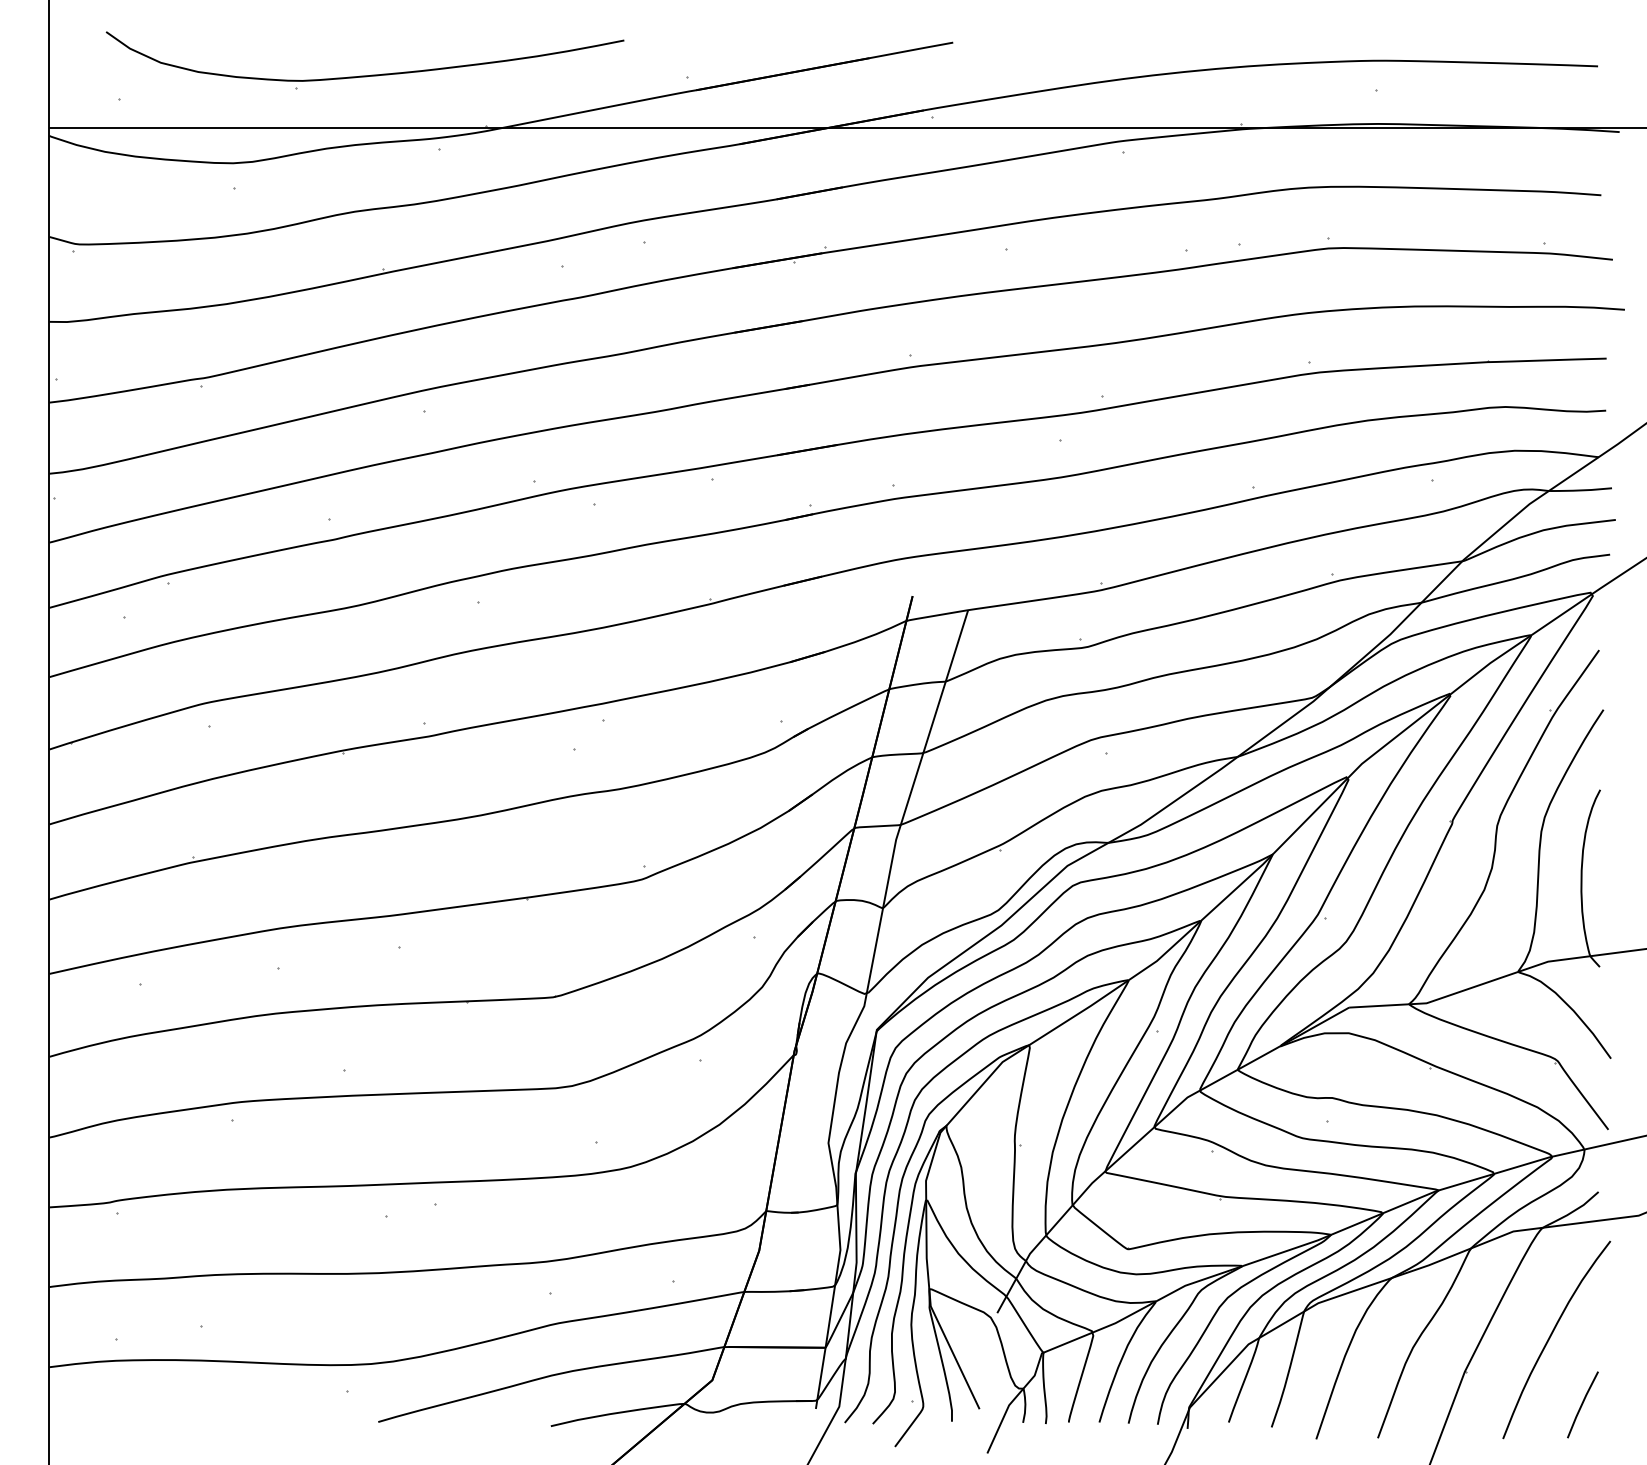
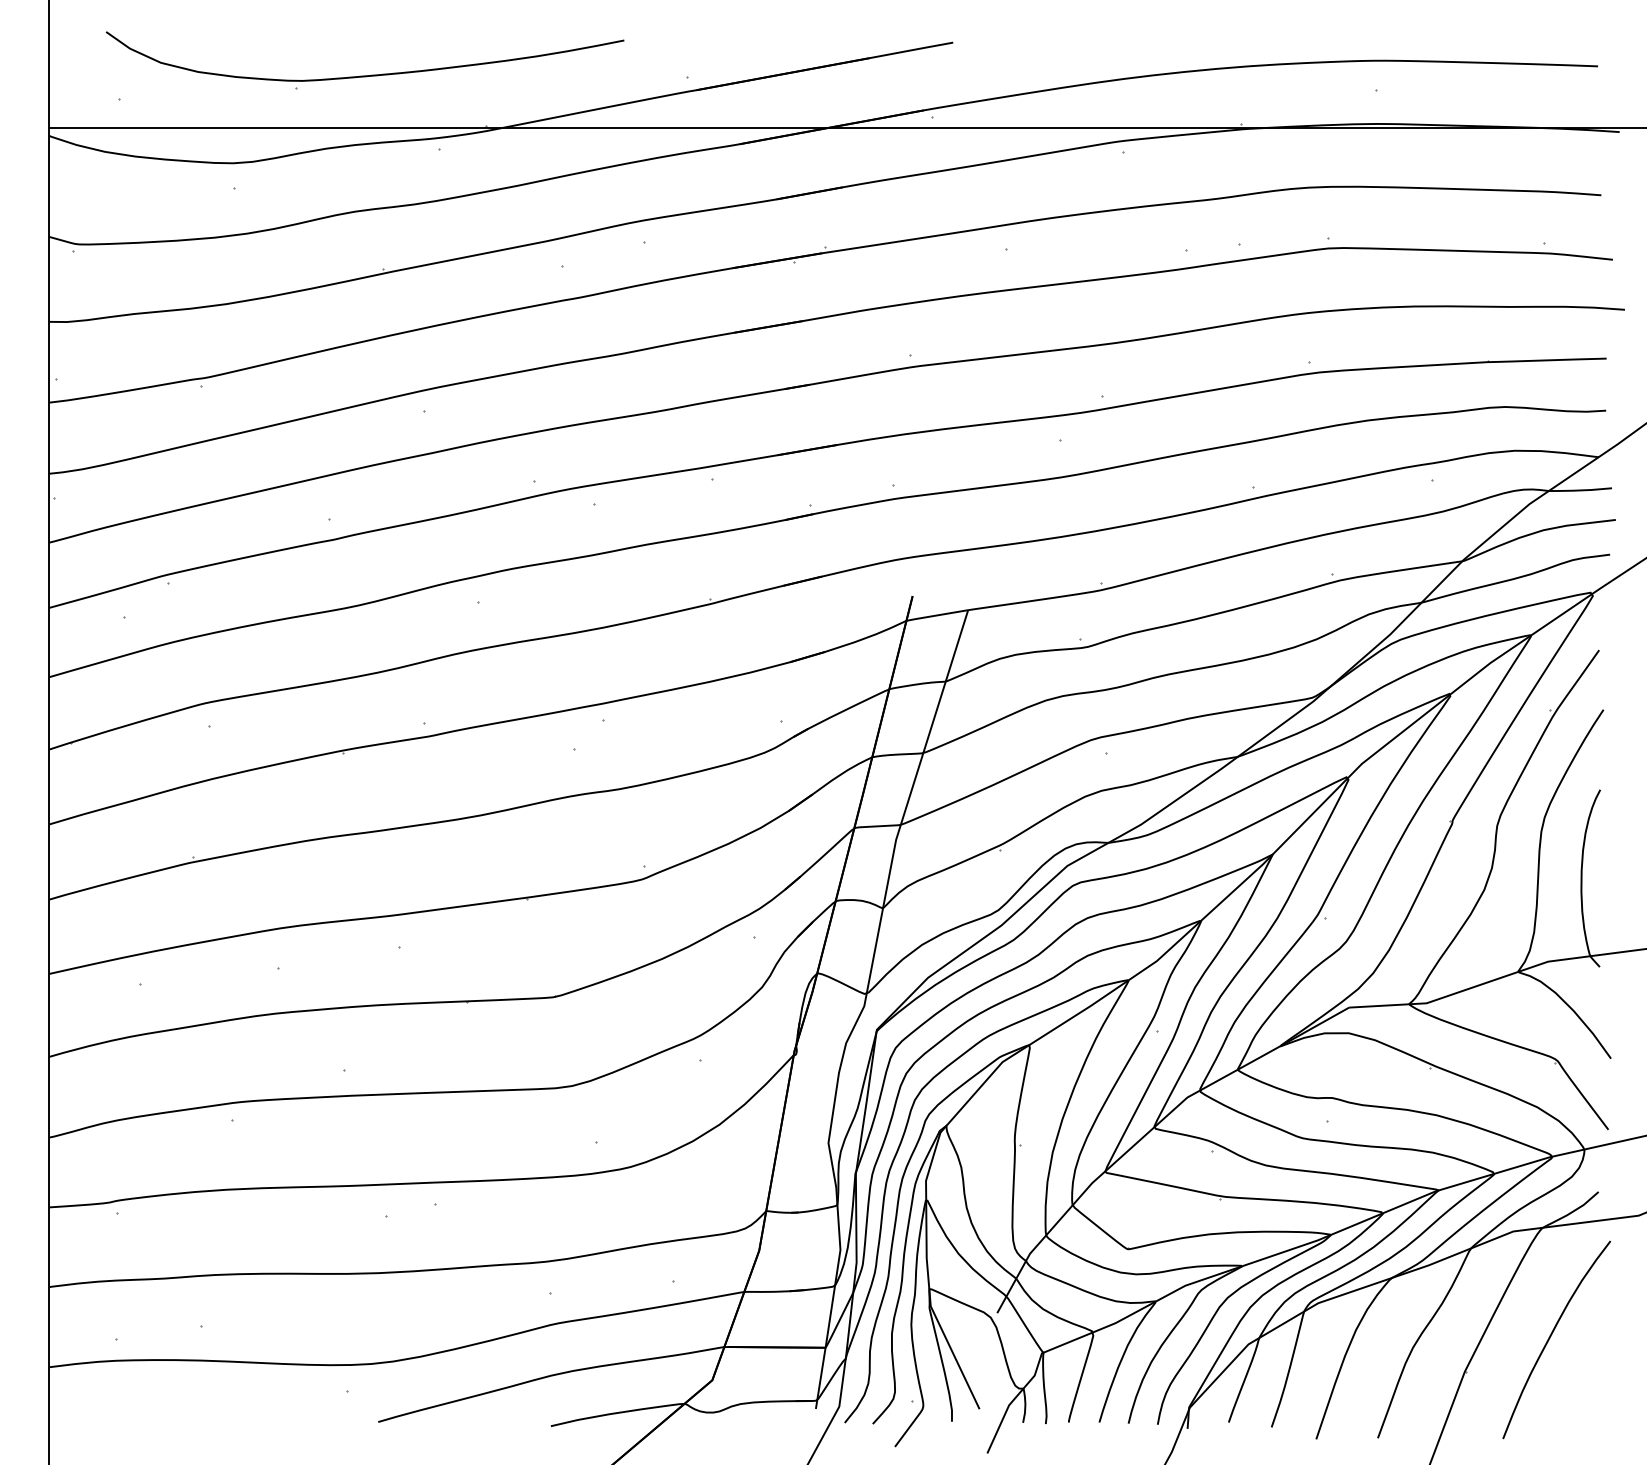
line at (1582, 1404): present -> none
